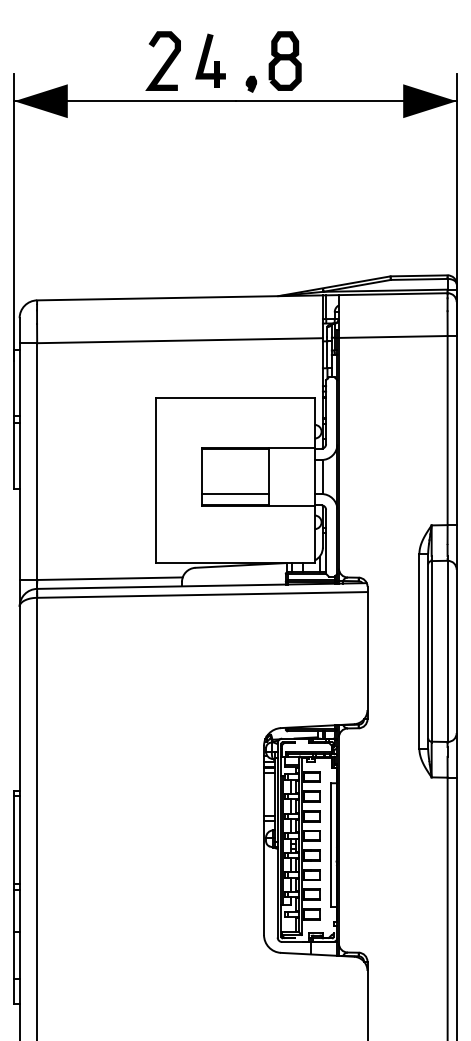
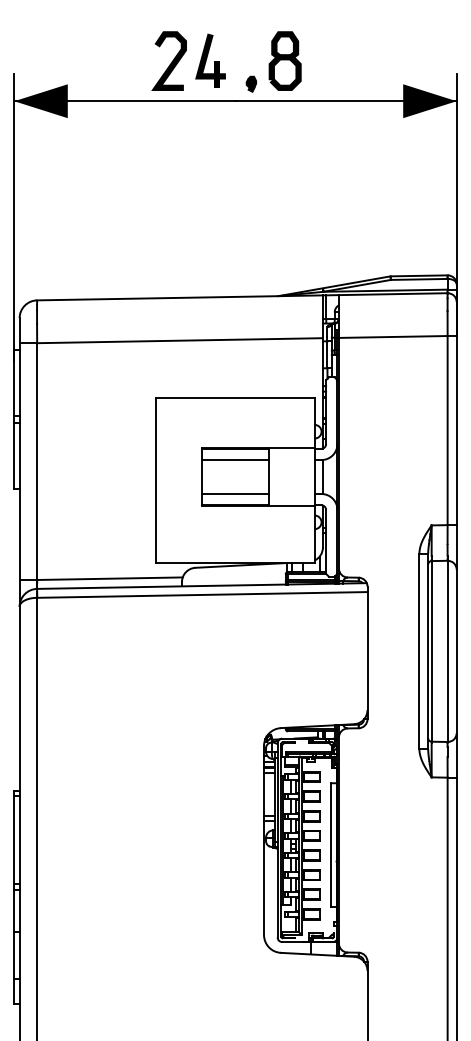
curve at (165, 61) position: (165, 61) -> (171, 61)
line at (235, 460): none -> present
